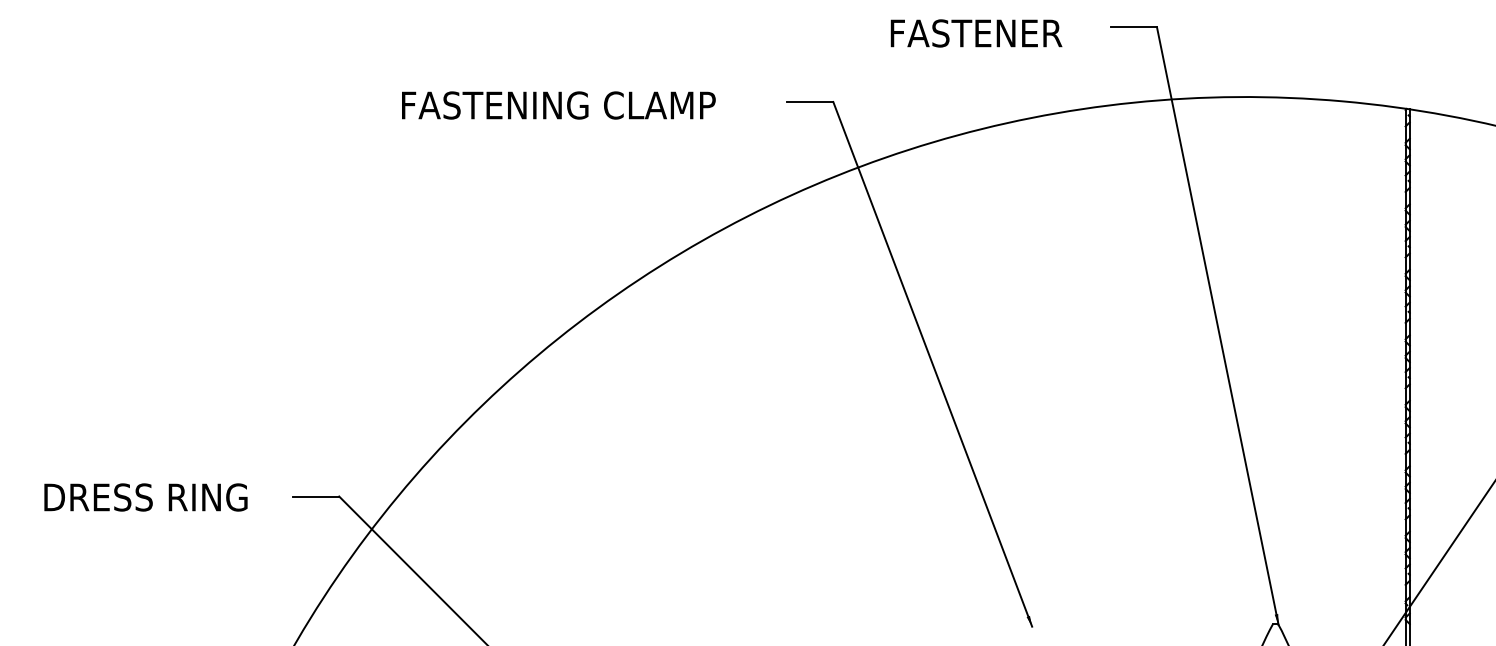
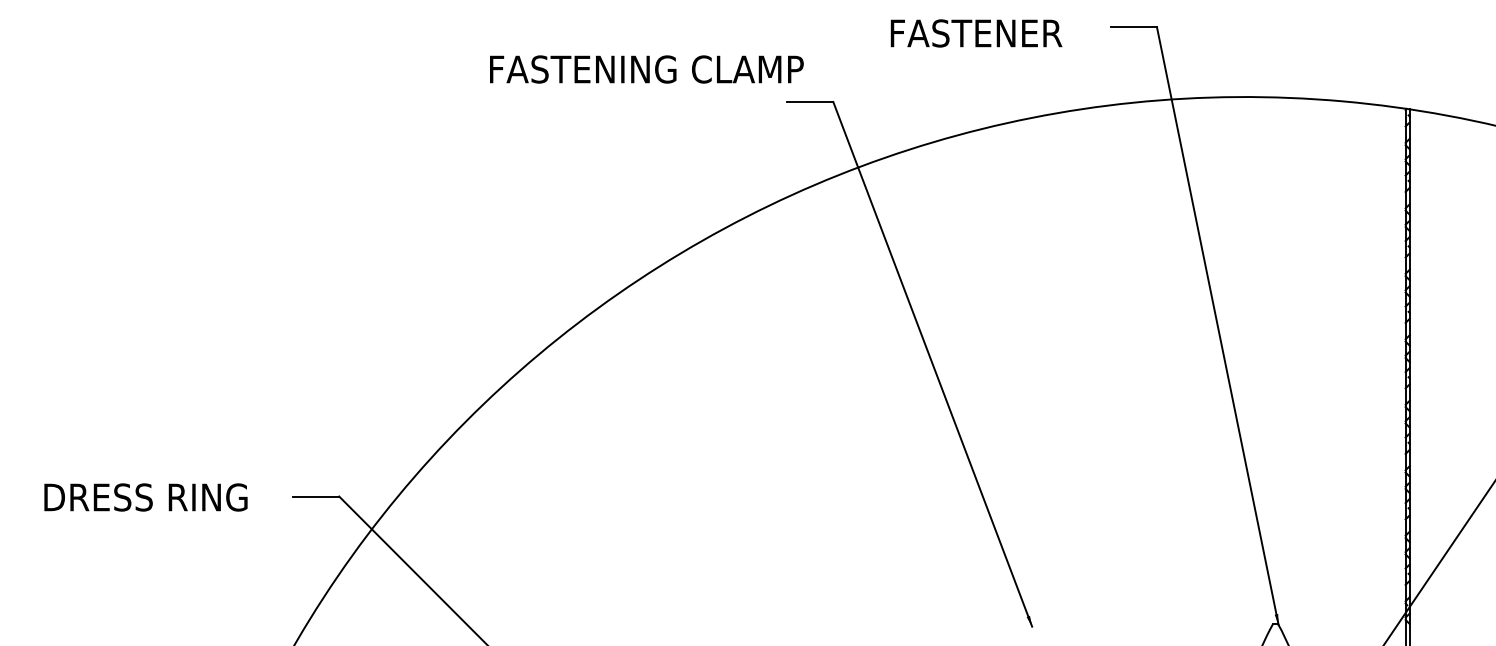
text at (558, 105) position: (558, 105) -> (646, 69)
